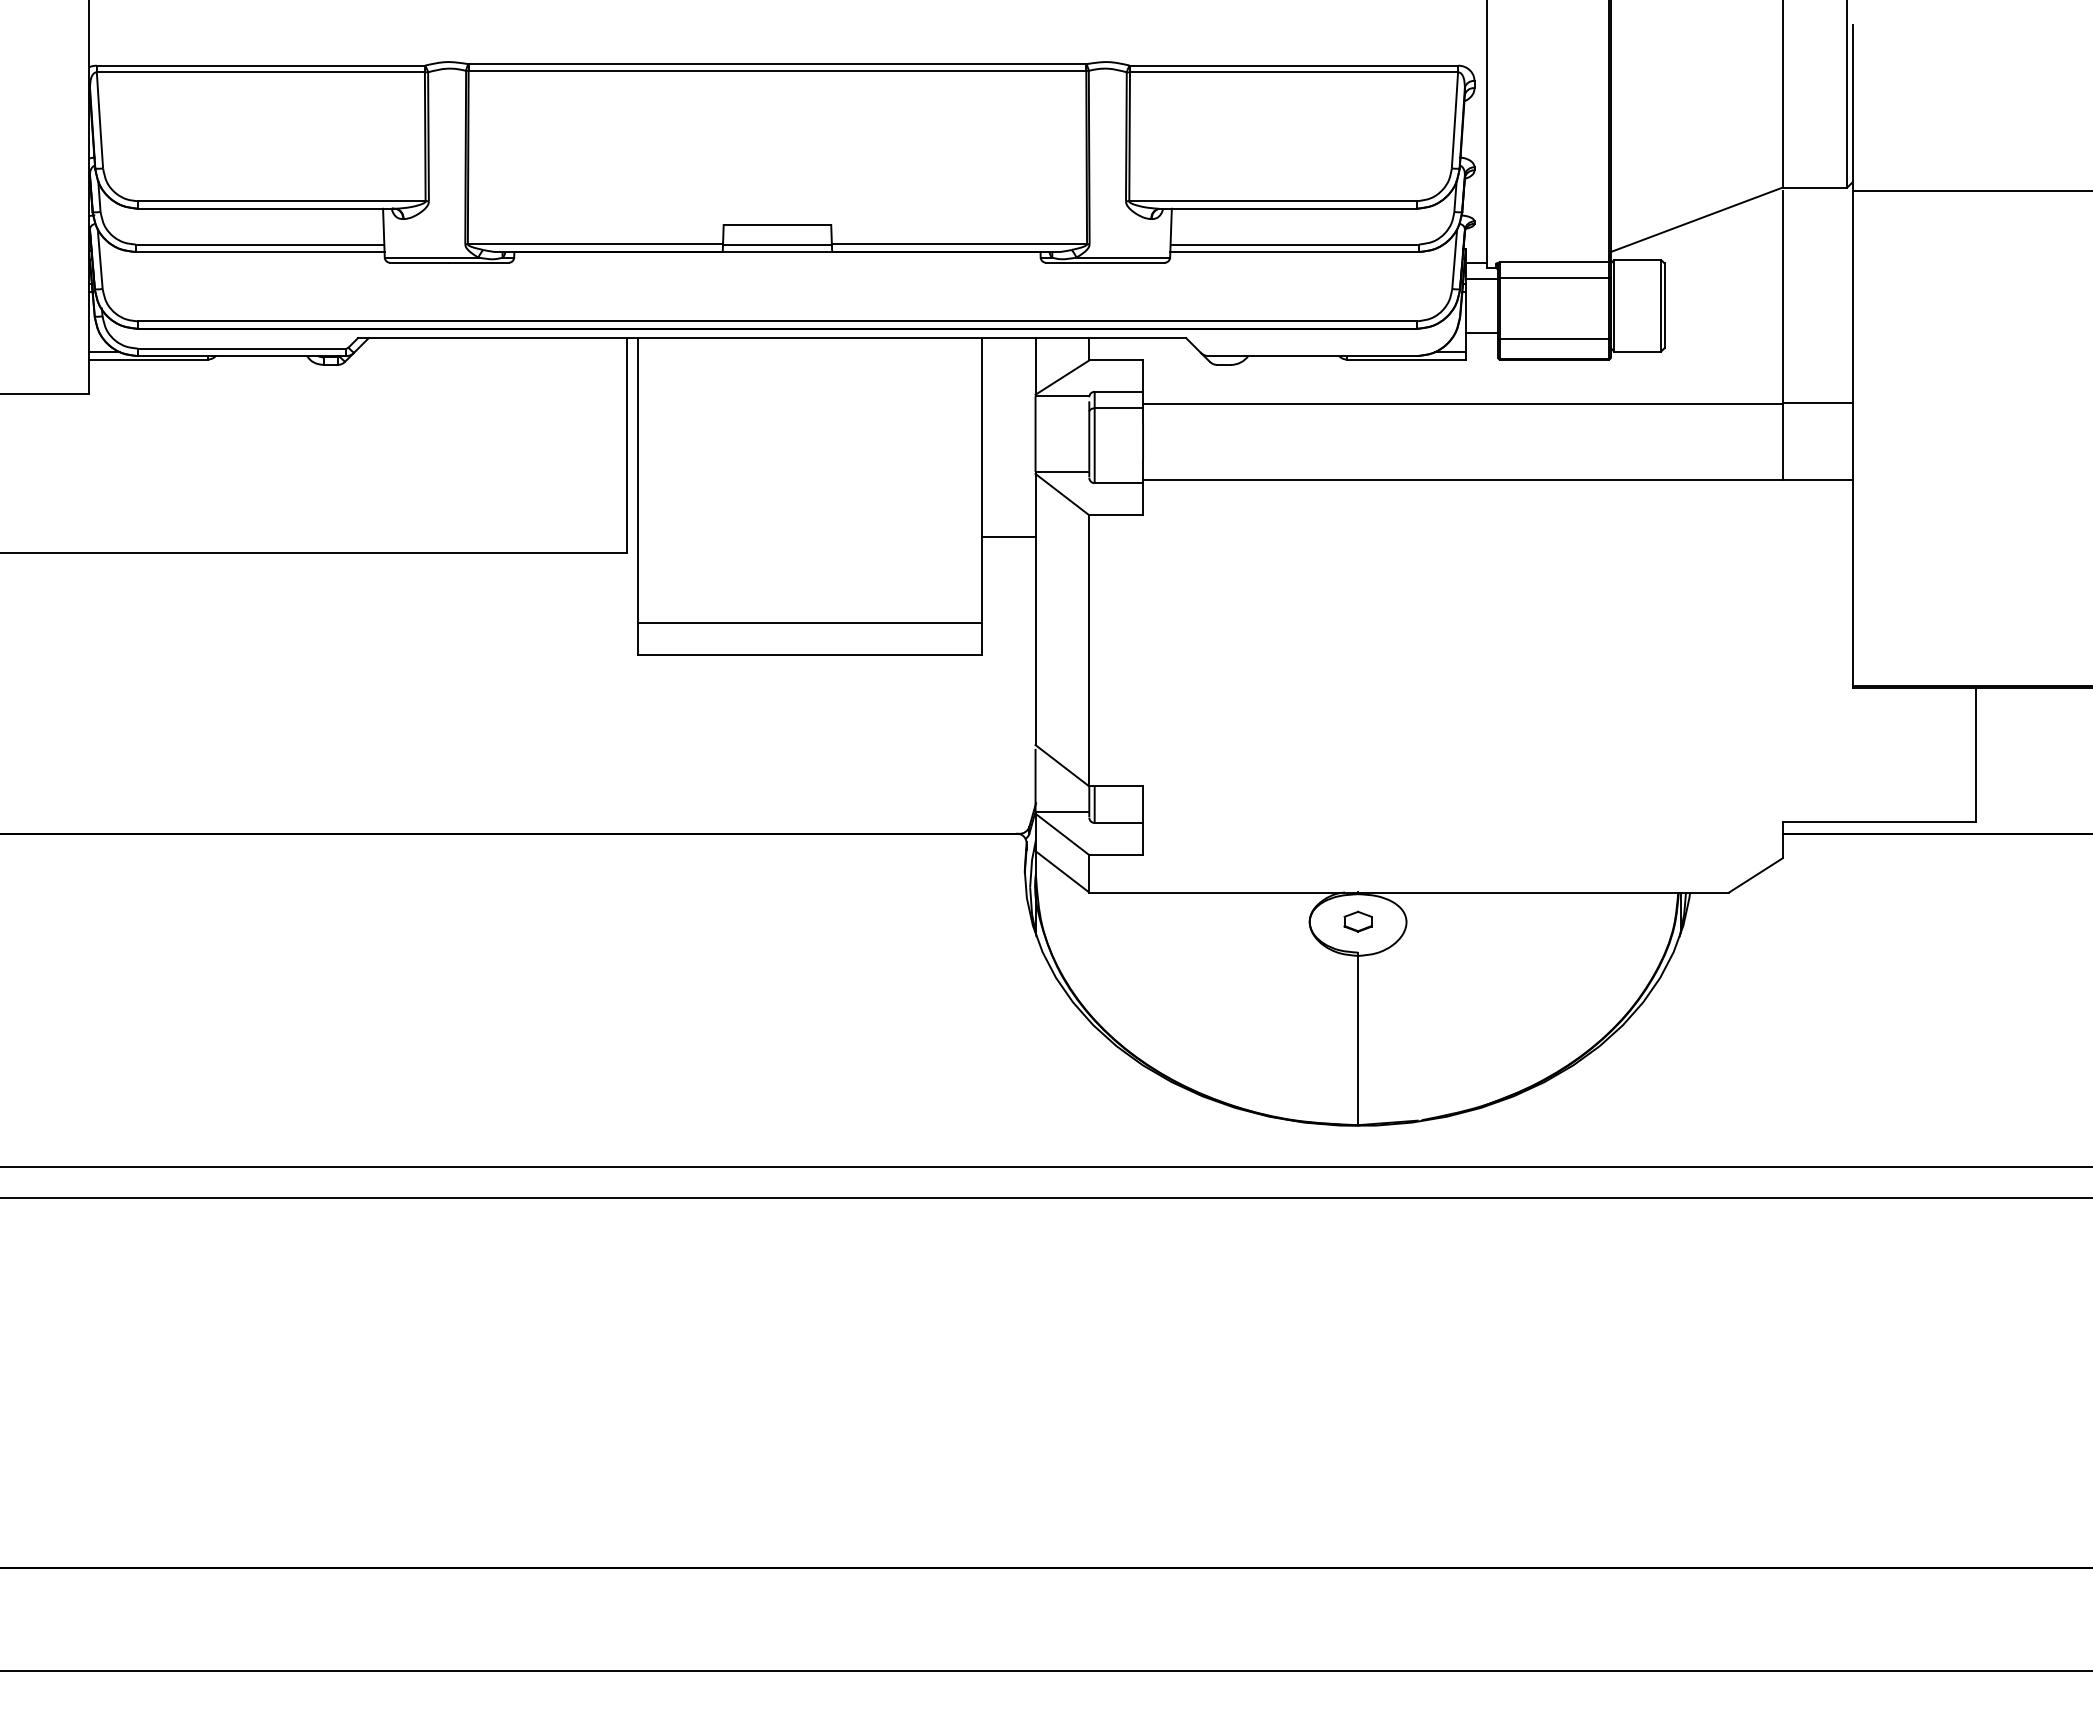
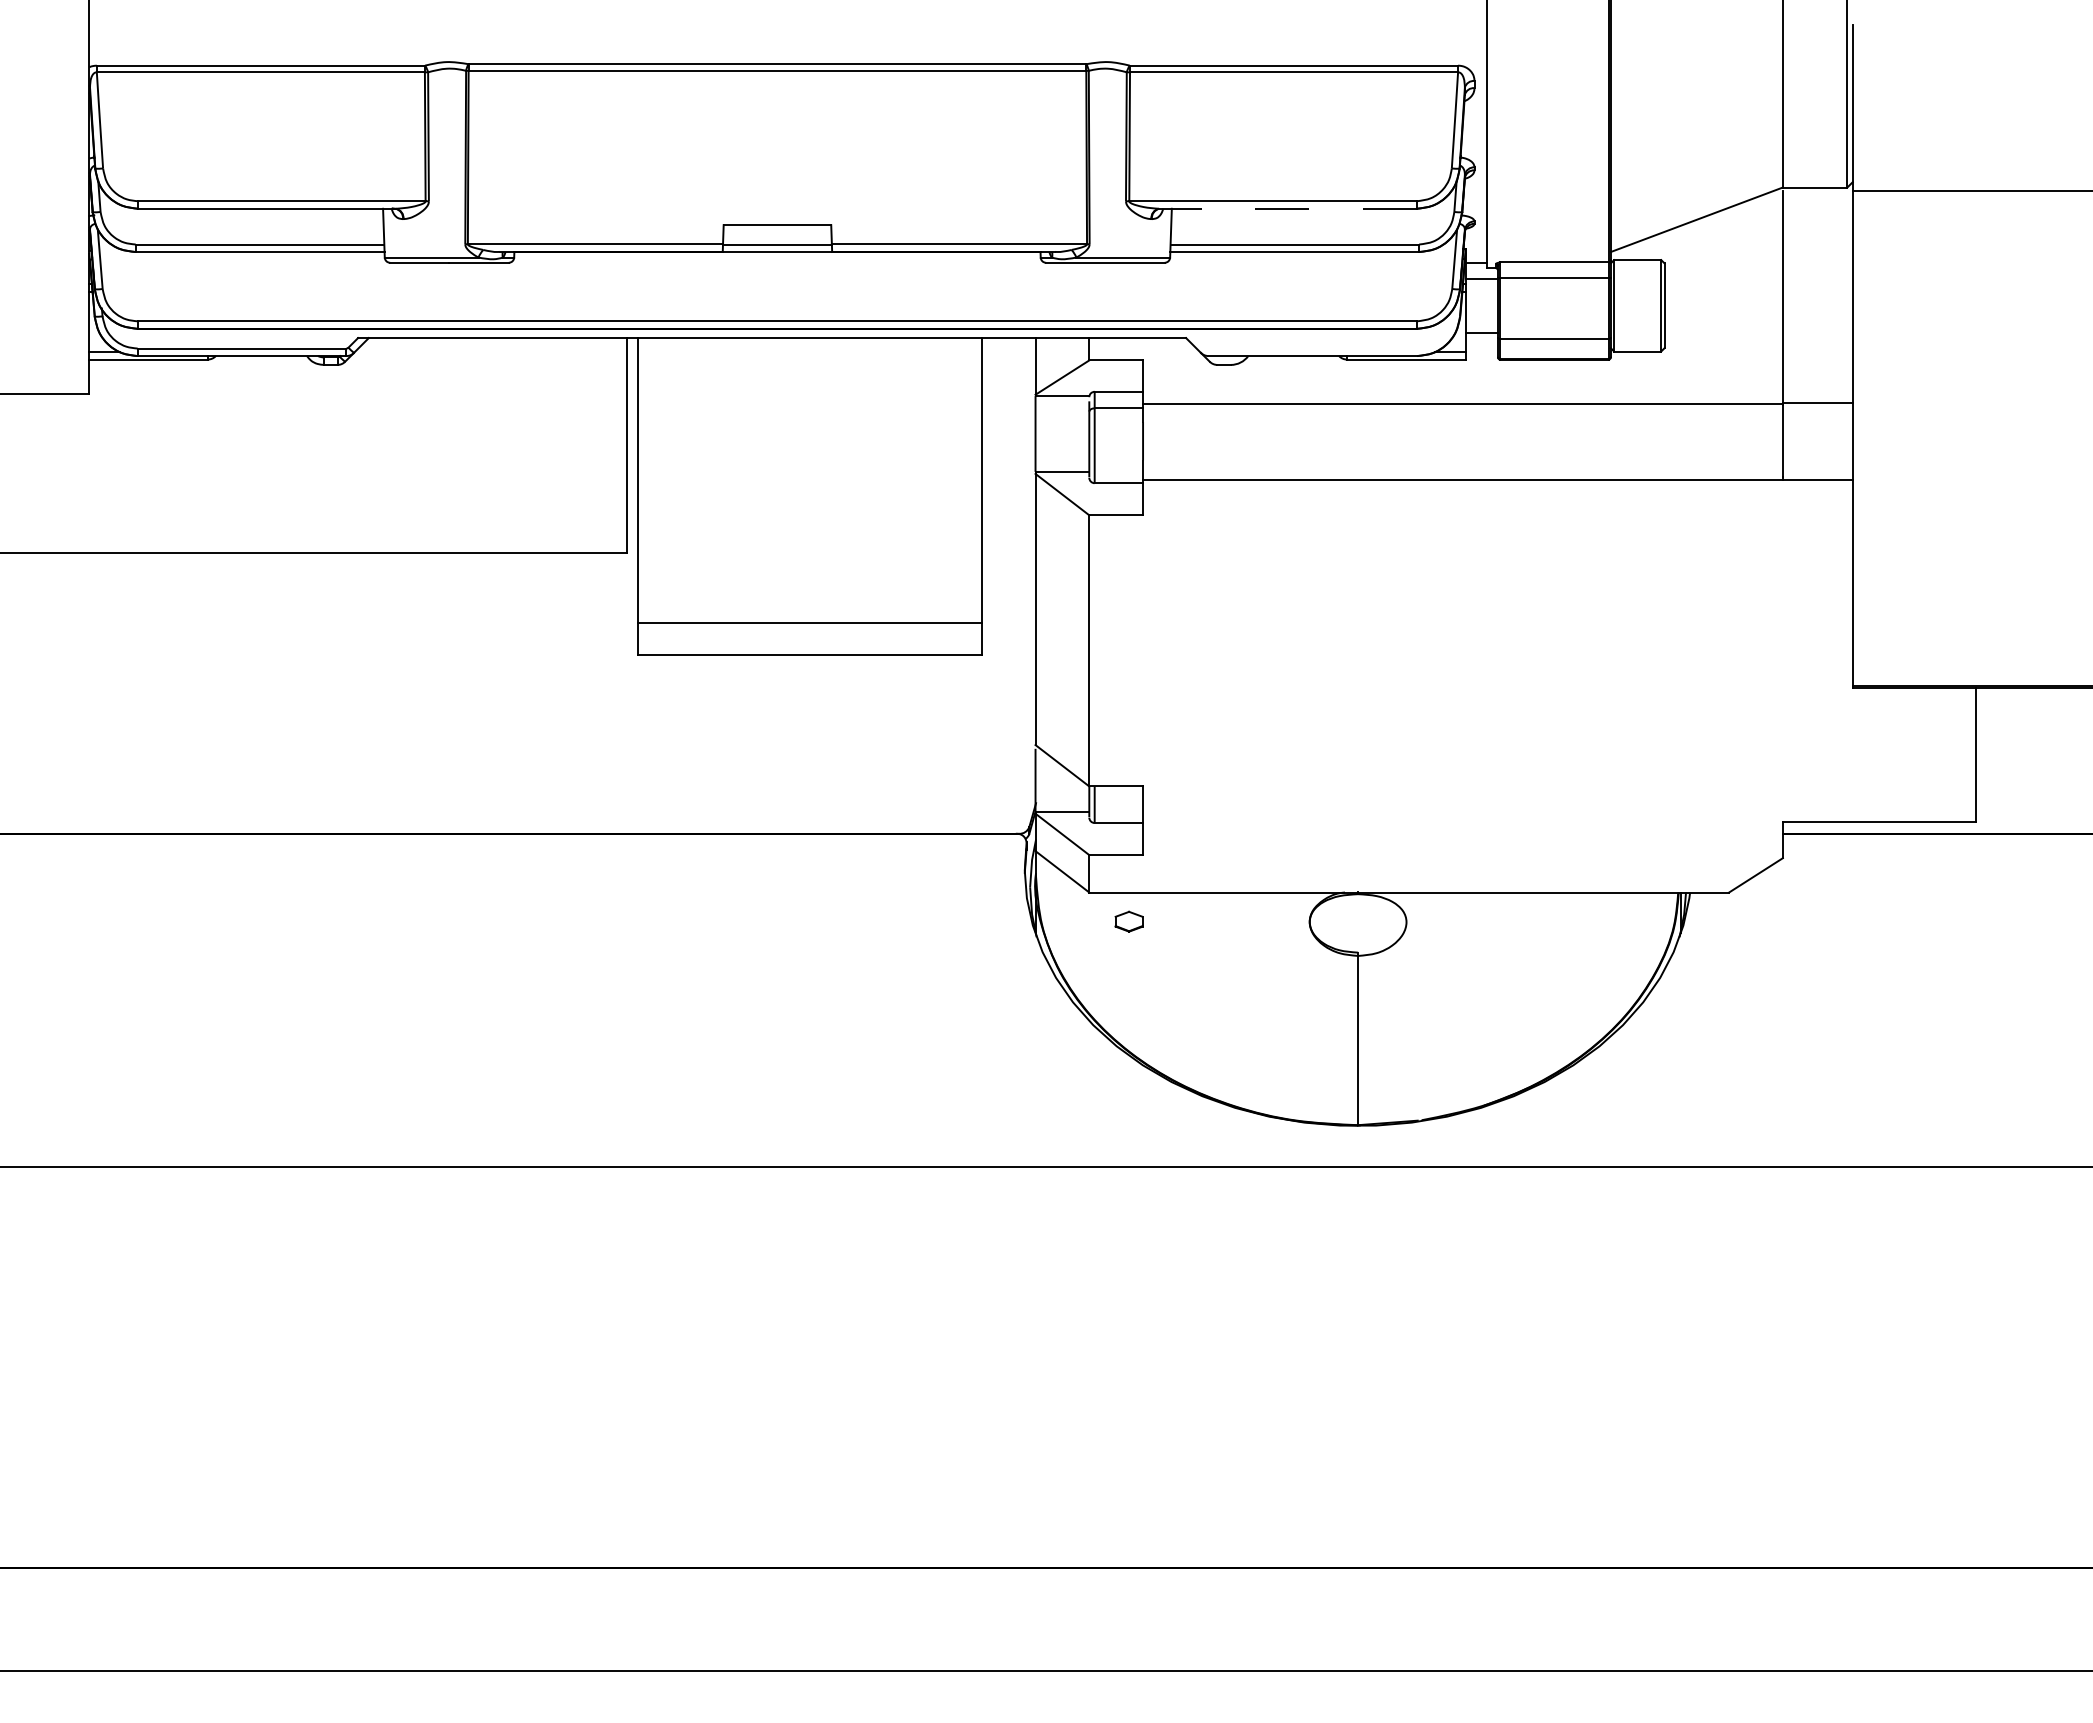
line at (1287, 208): solid -> dashed
line at (1008, 537): present -> none
part at (1357, 921) position: (1357, 921) -> (1128, 921)
line at (1045, 1197): present -> none
